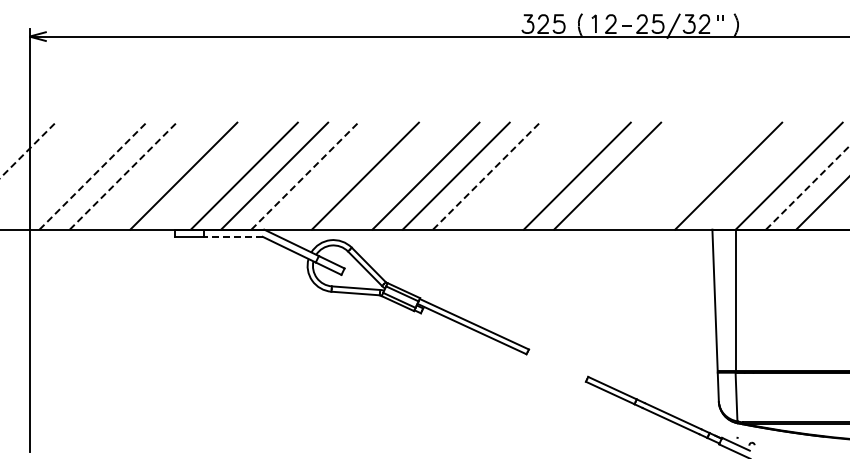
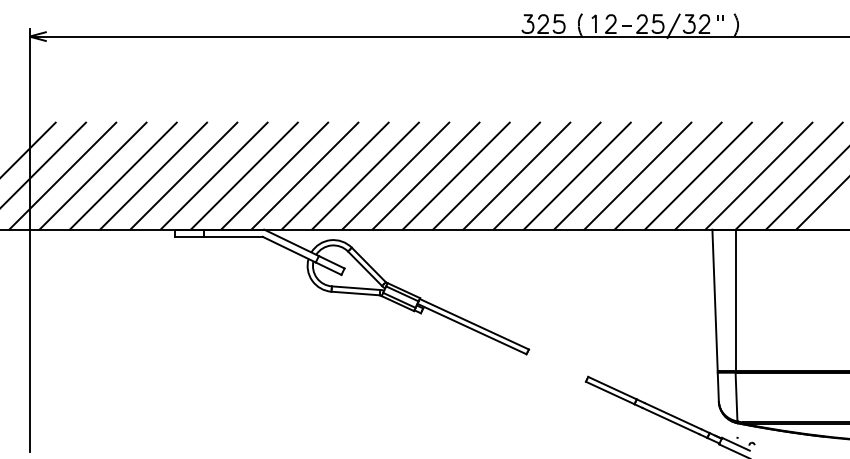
line at (28, 150): dashed -> solid
line at (43, 164): none -> present
line at (62, 175): none -> present
line at (153, 175): none -> present
line at (213, 175): none -> present
line at (334, 175): none -> present
line at (395, 175): none -> present
line at (516, 175): none -> present
line at (546, 175): none -> present
line at (637, 175): none -> present
line at (667, 175): none -> present
line at (697, 175): none -> present
line at (758, 175): none -> present
line at (93, 176): dashed -> solid
line at (123, 176): dashed -> solid
line at (304, 176): dashed -> solid
line at (486, 176): dashed -> solid
line at (808, 187): dashed -> solid
line at (233, 236): dashed -> solid
